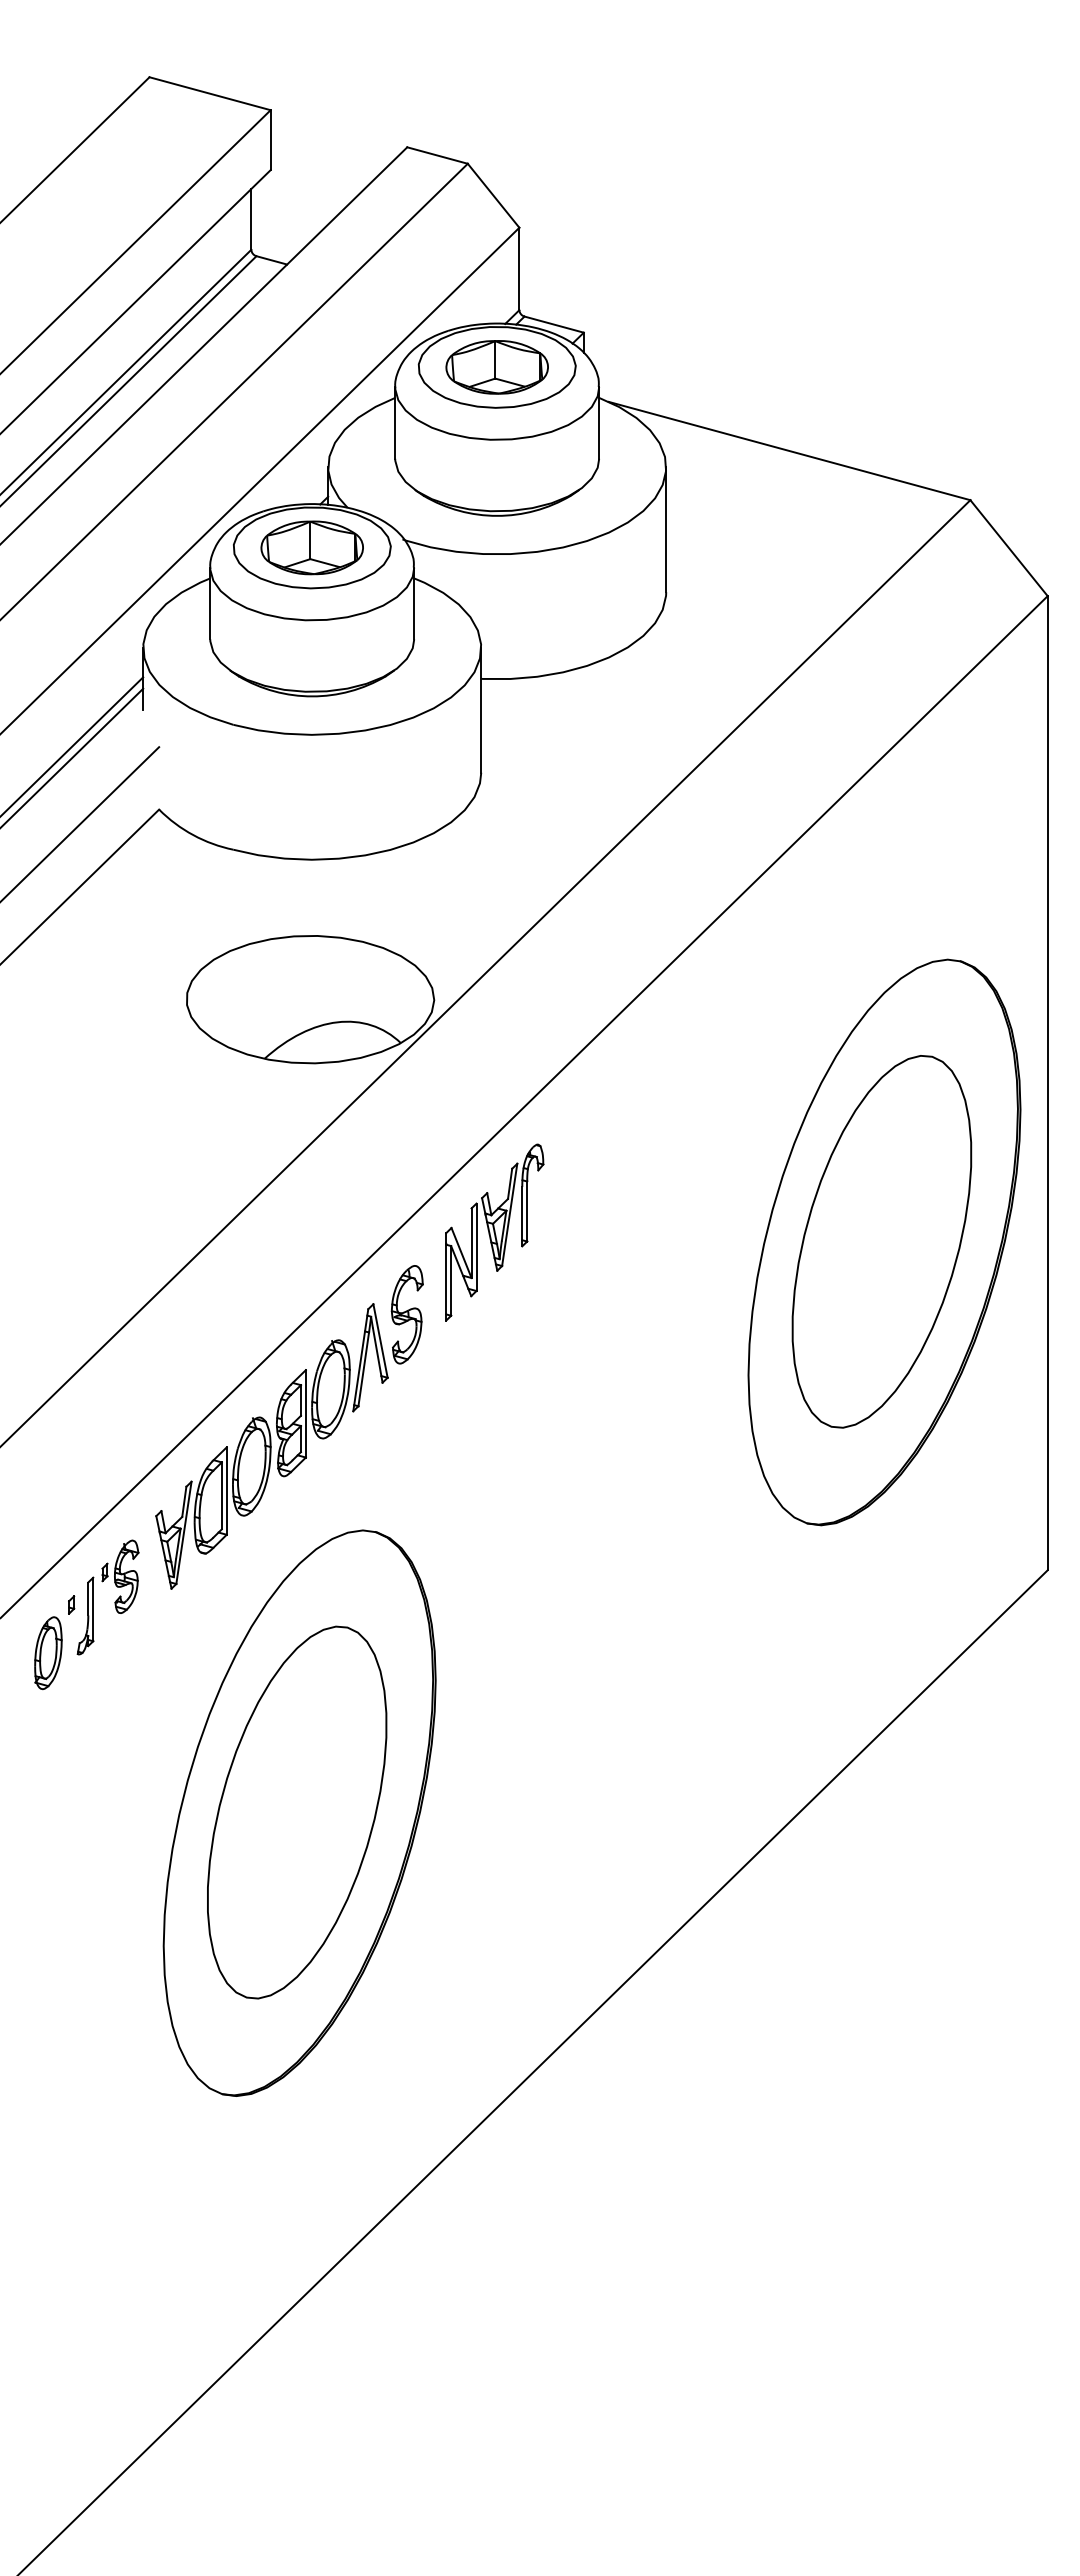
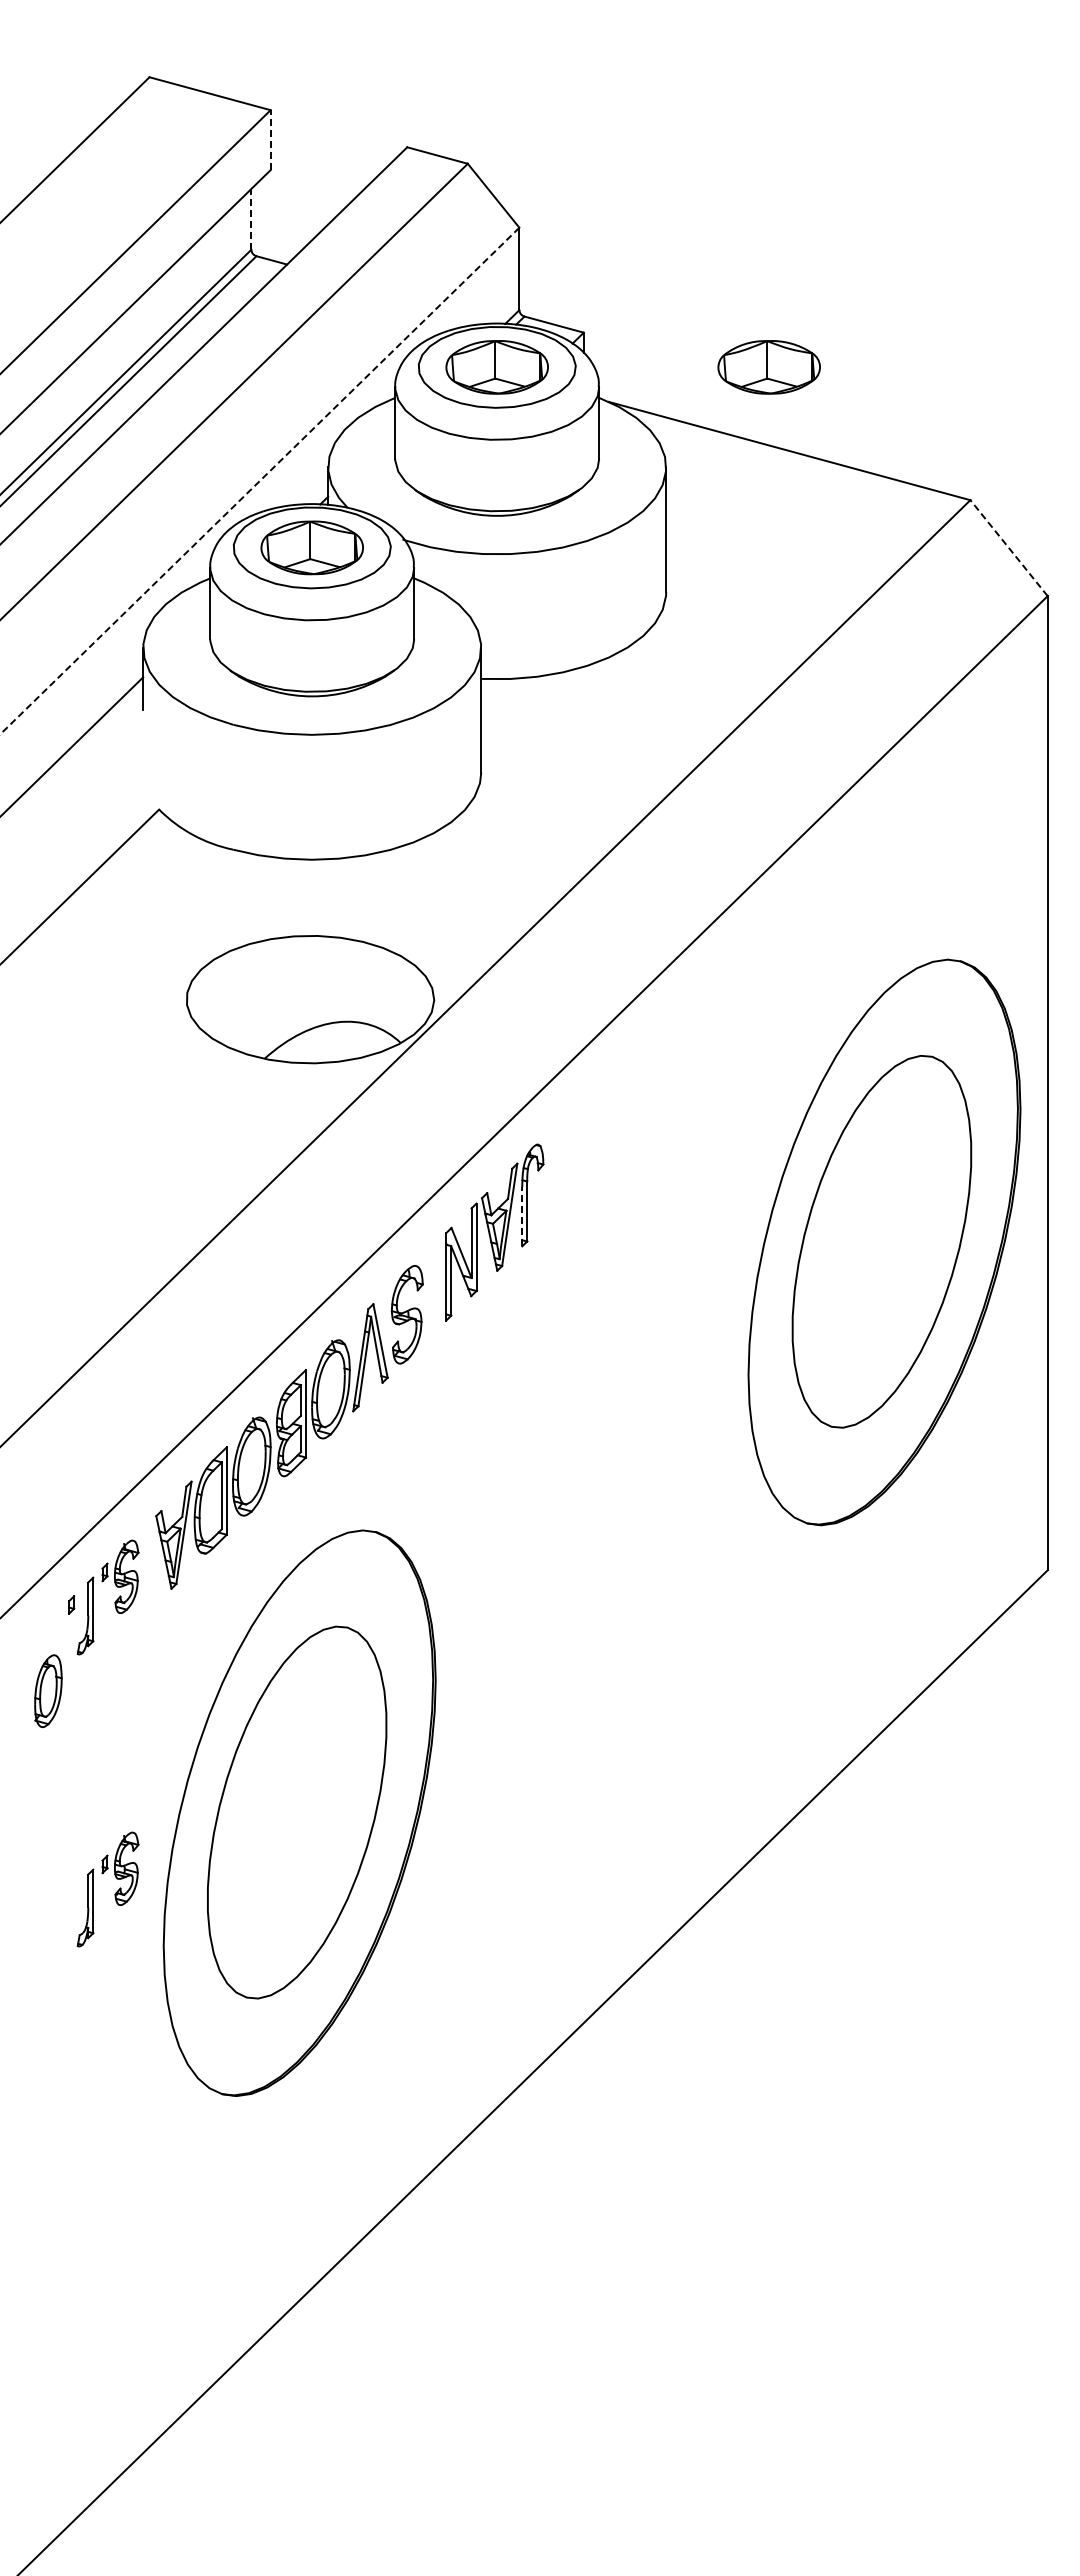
line at (270, 140): solid -> dashed
line at (251, 218): solid -> dashed
part at (768, 367): none -> present
line at (259, 481): solid -> dashed
line at (1009, 548): solid -> dashed
line at (72, 757): present -> none
line at (80, 823): present -> none
line at (522, 1216): solid -> dashed
part at (48, 1653) position: (48, 1653) -> (48, 1691)
part at (115, 1892): none -> present
